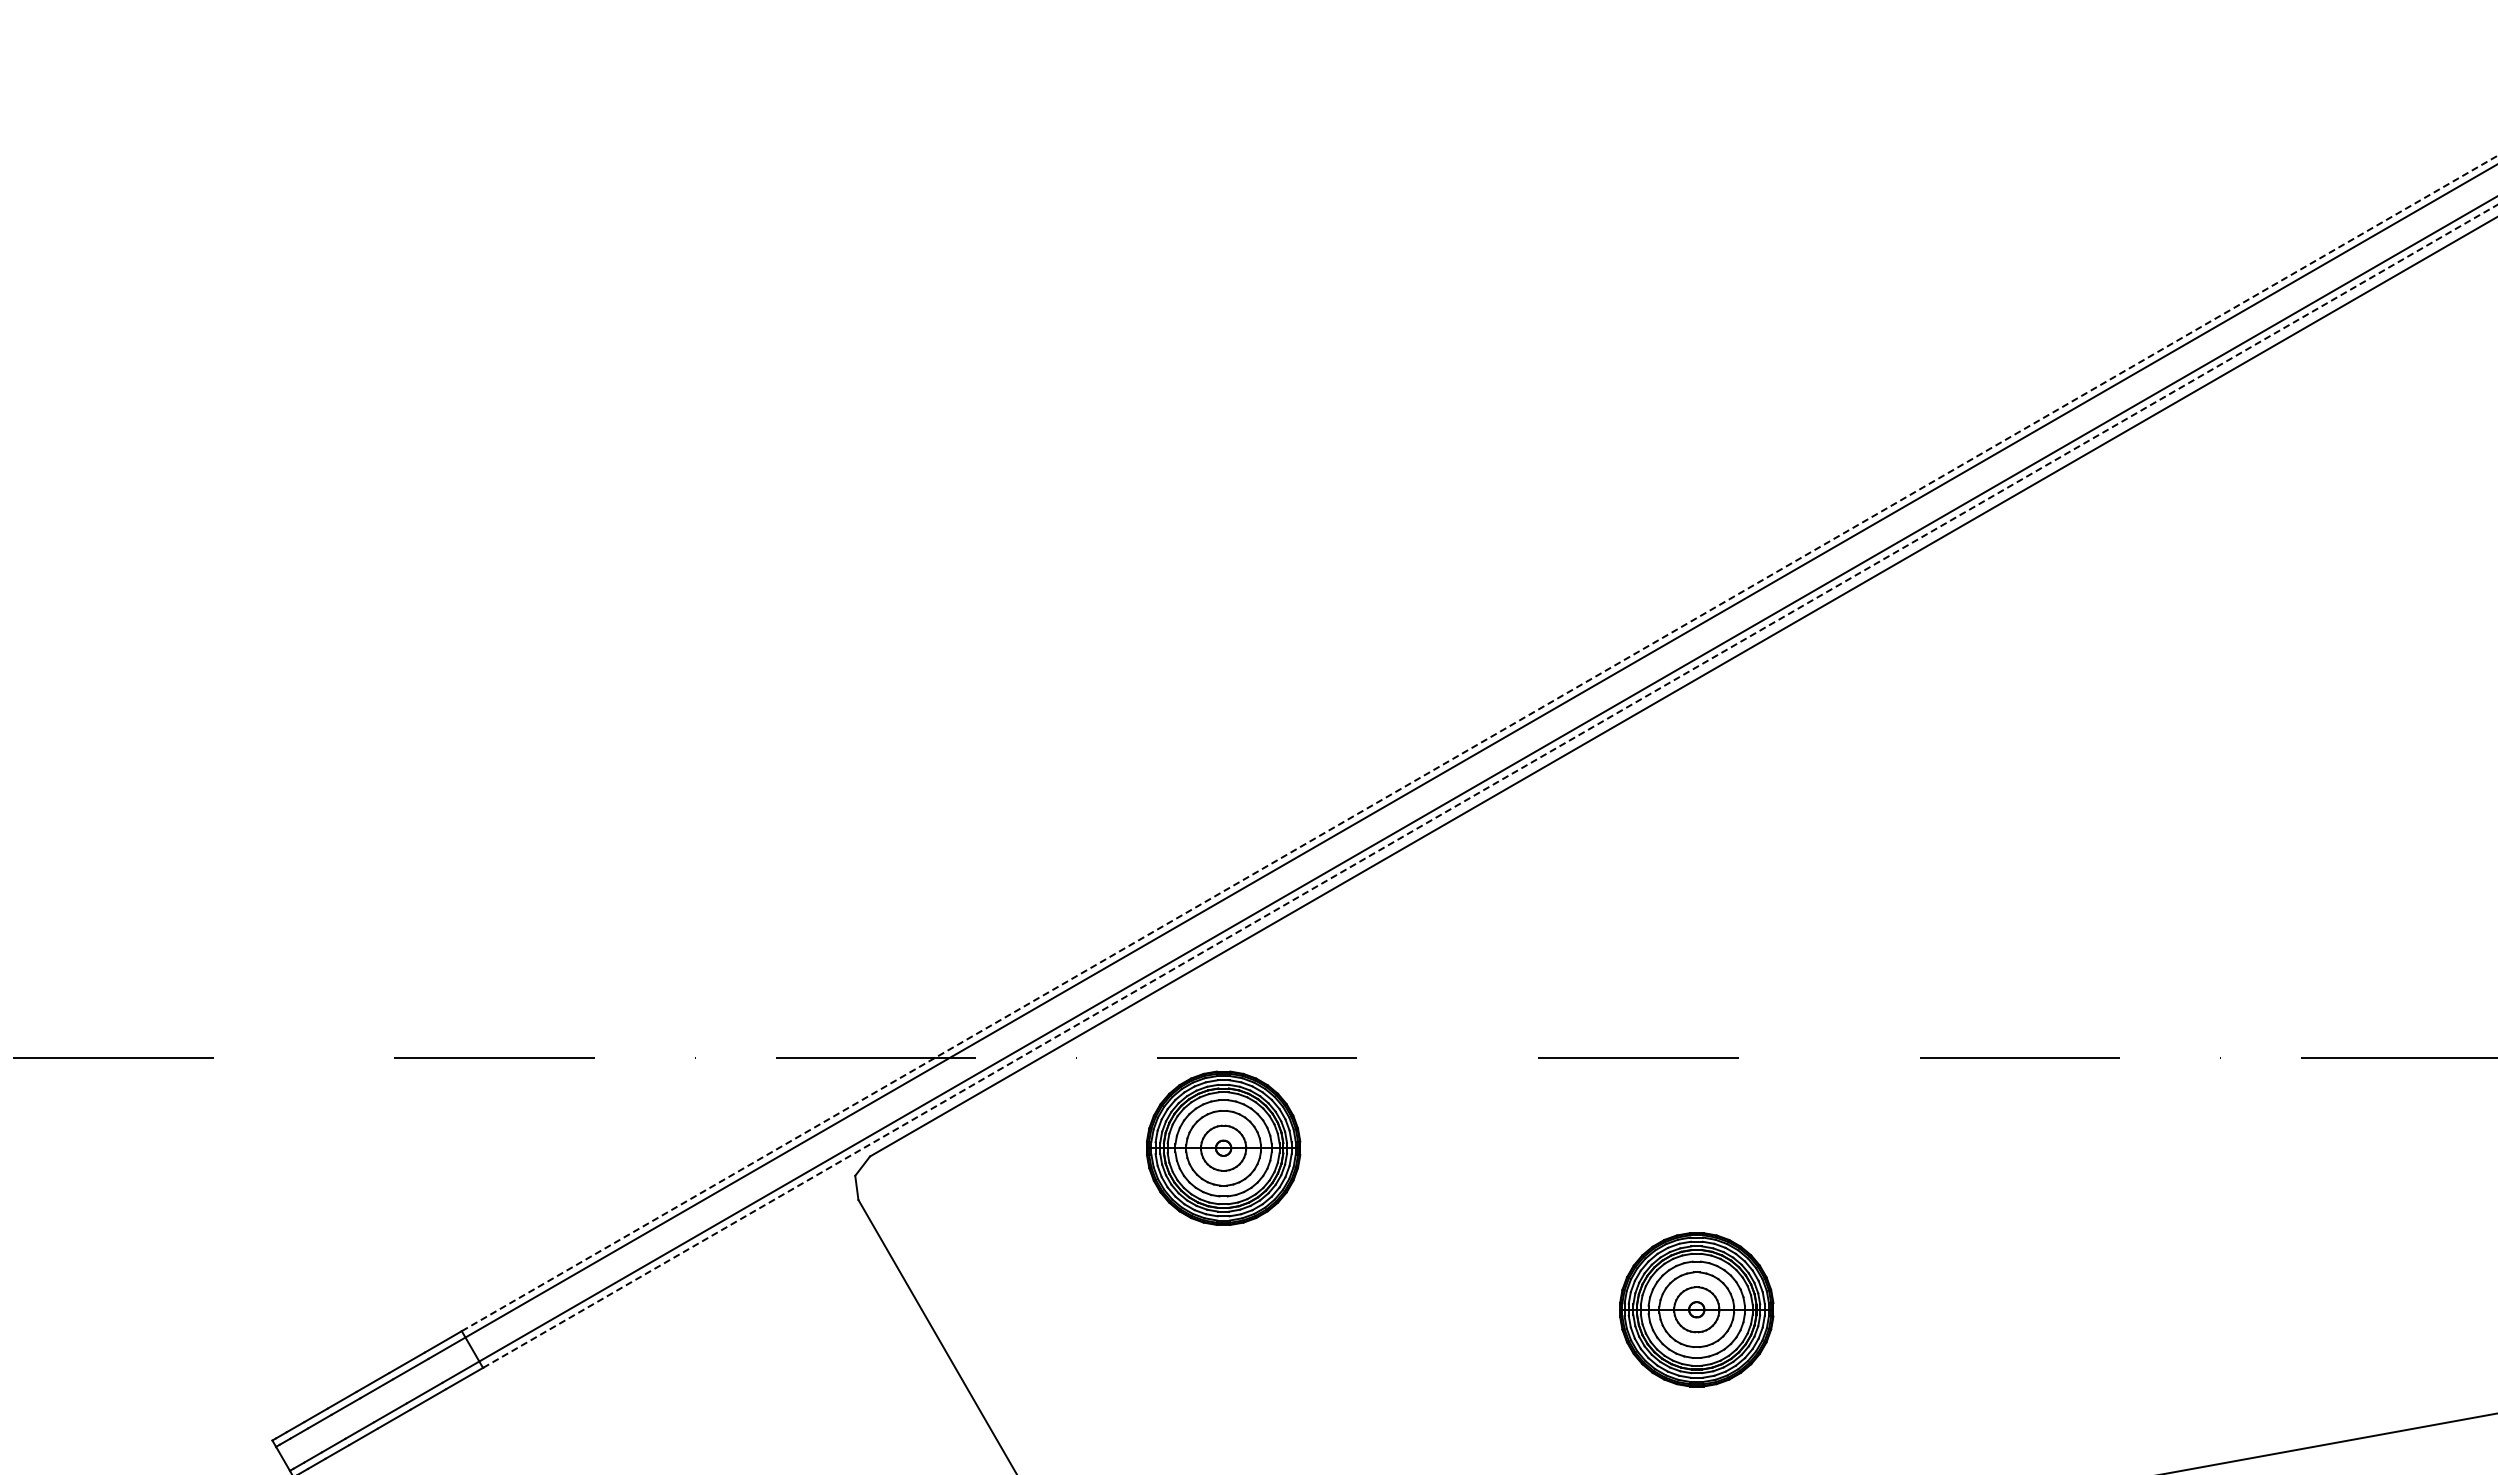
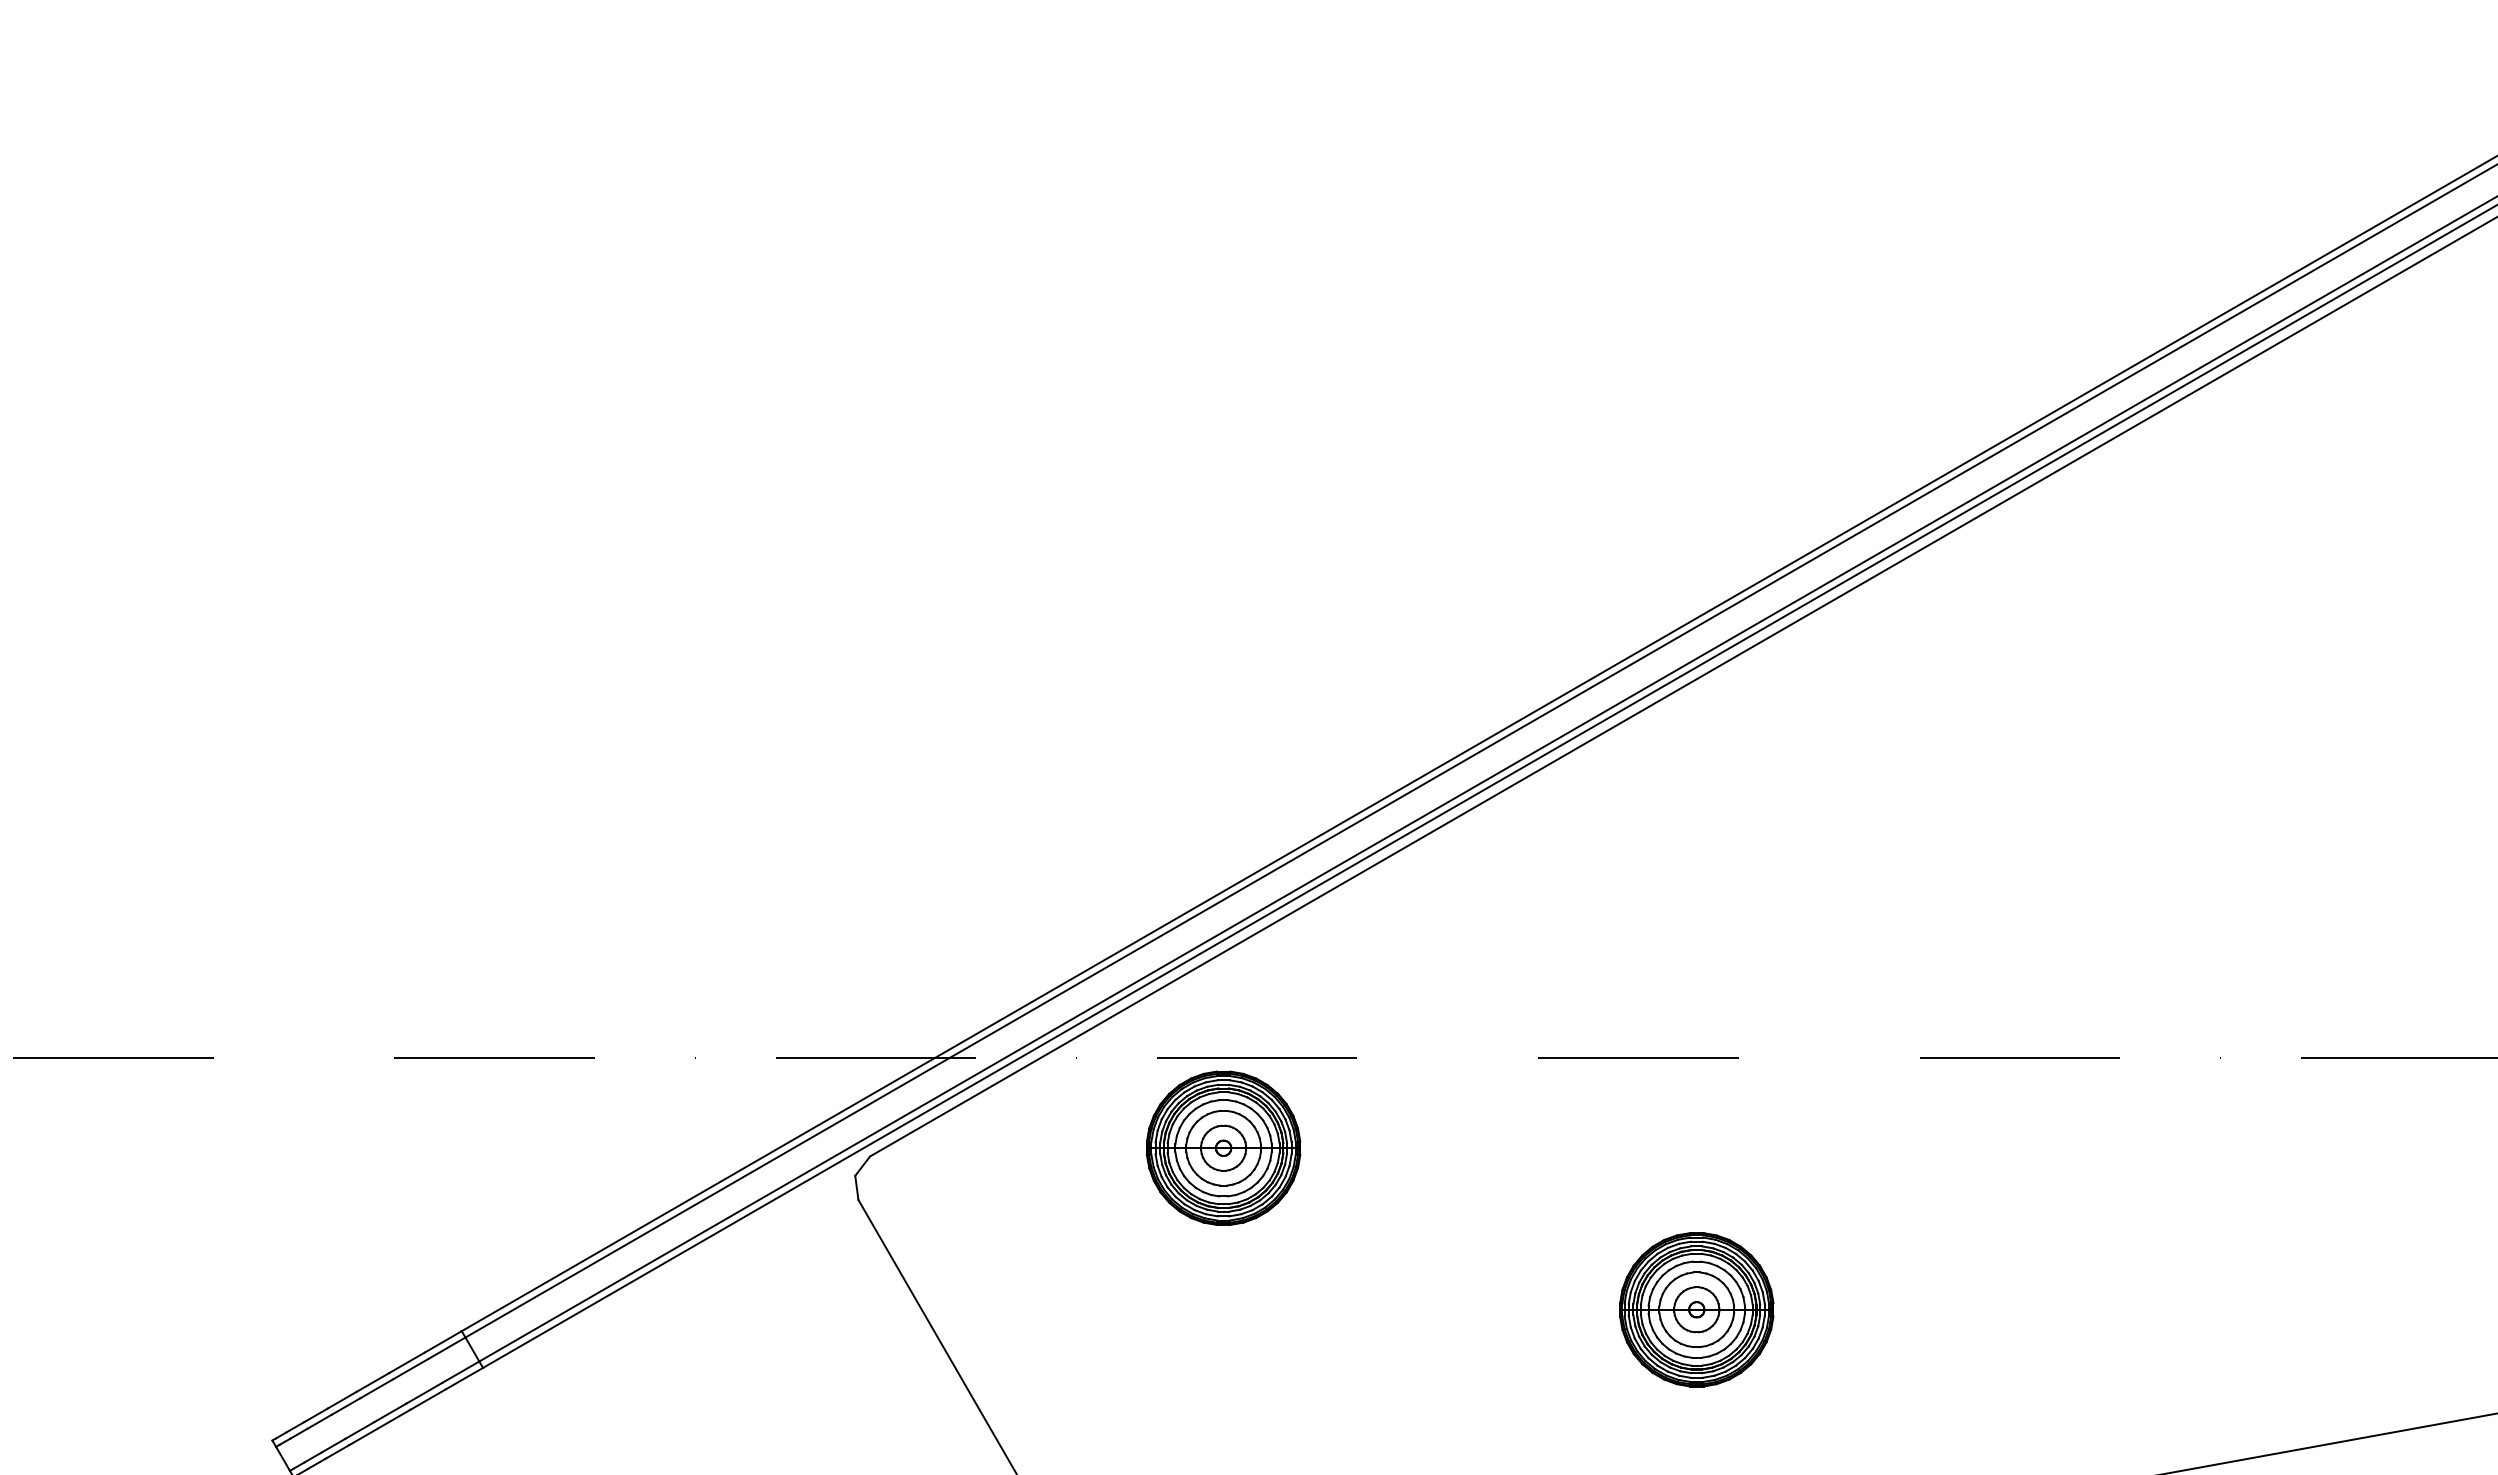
line at (1480, 743): dashed -> solid
line at (1490, 786): dashed -> solid
